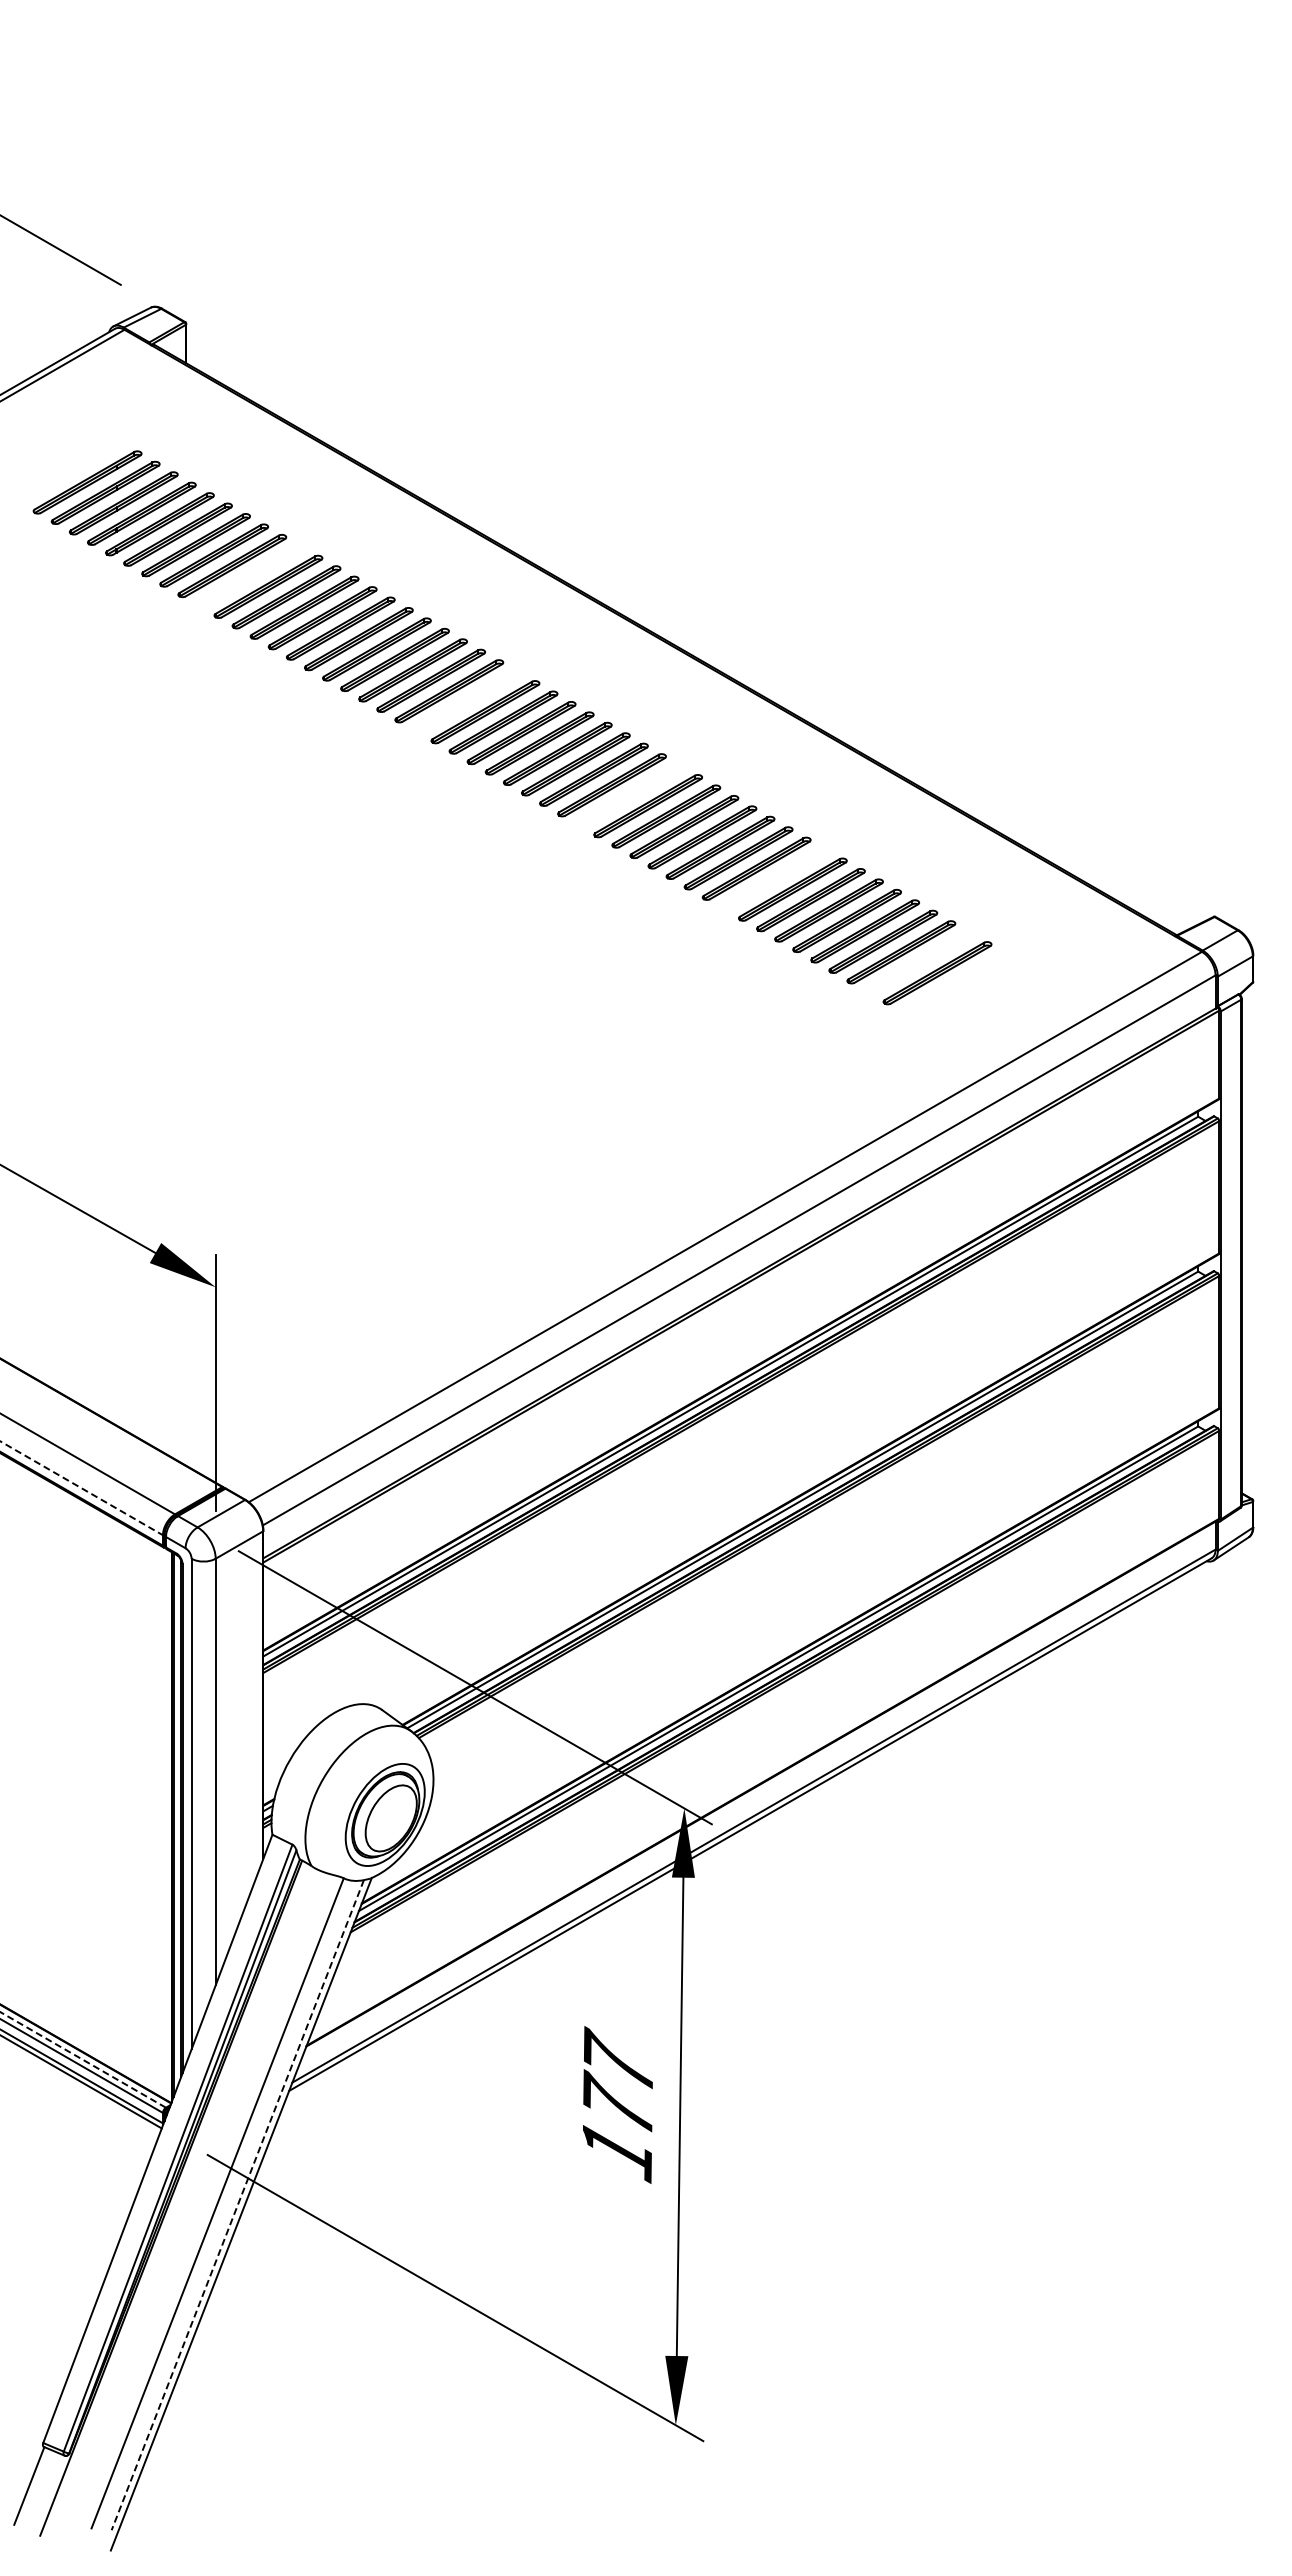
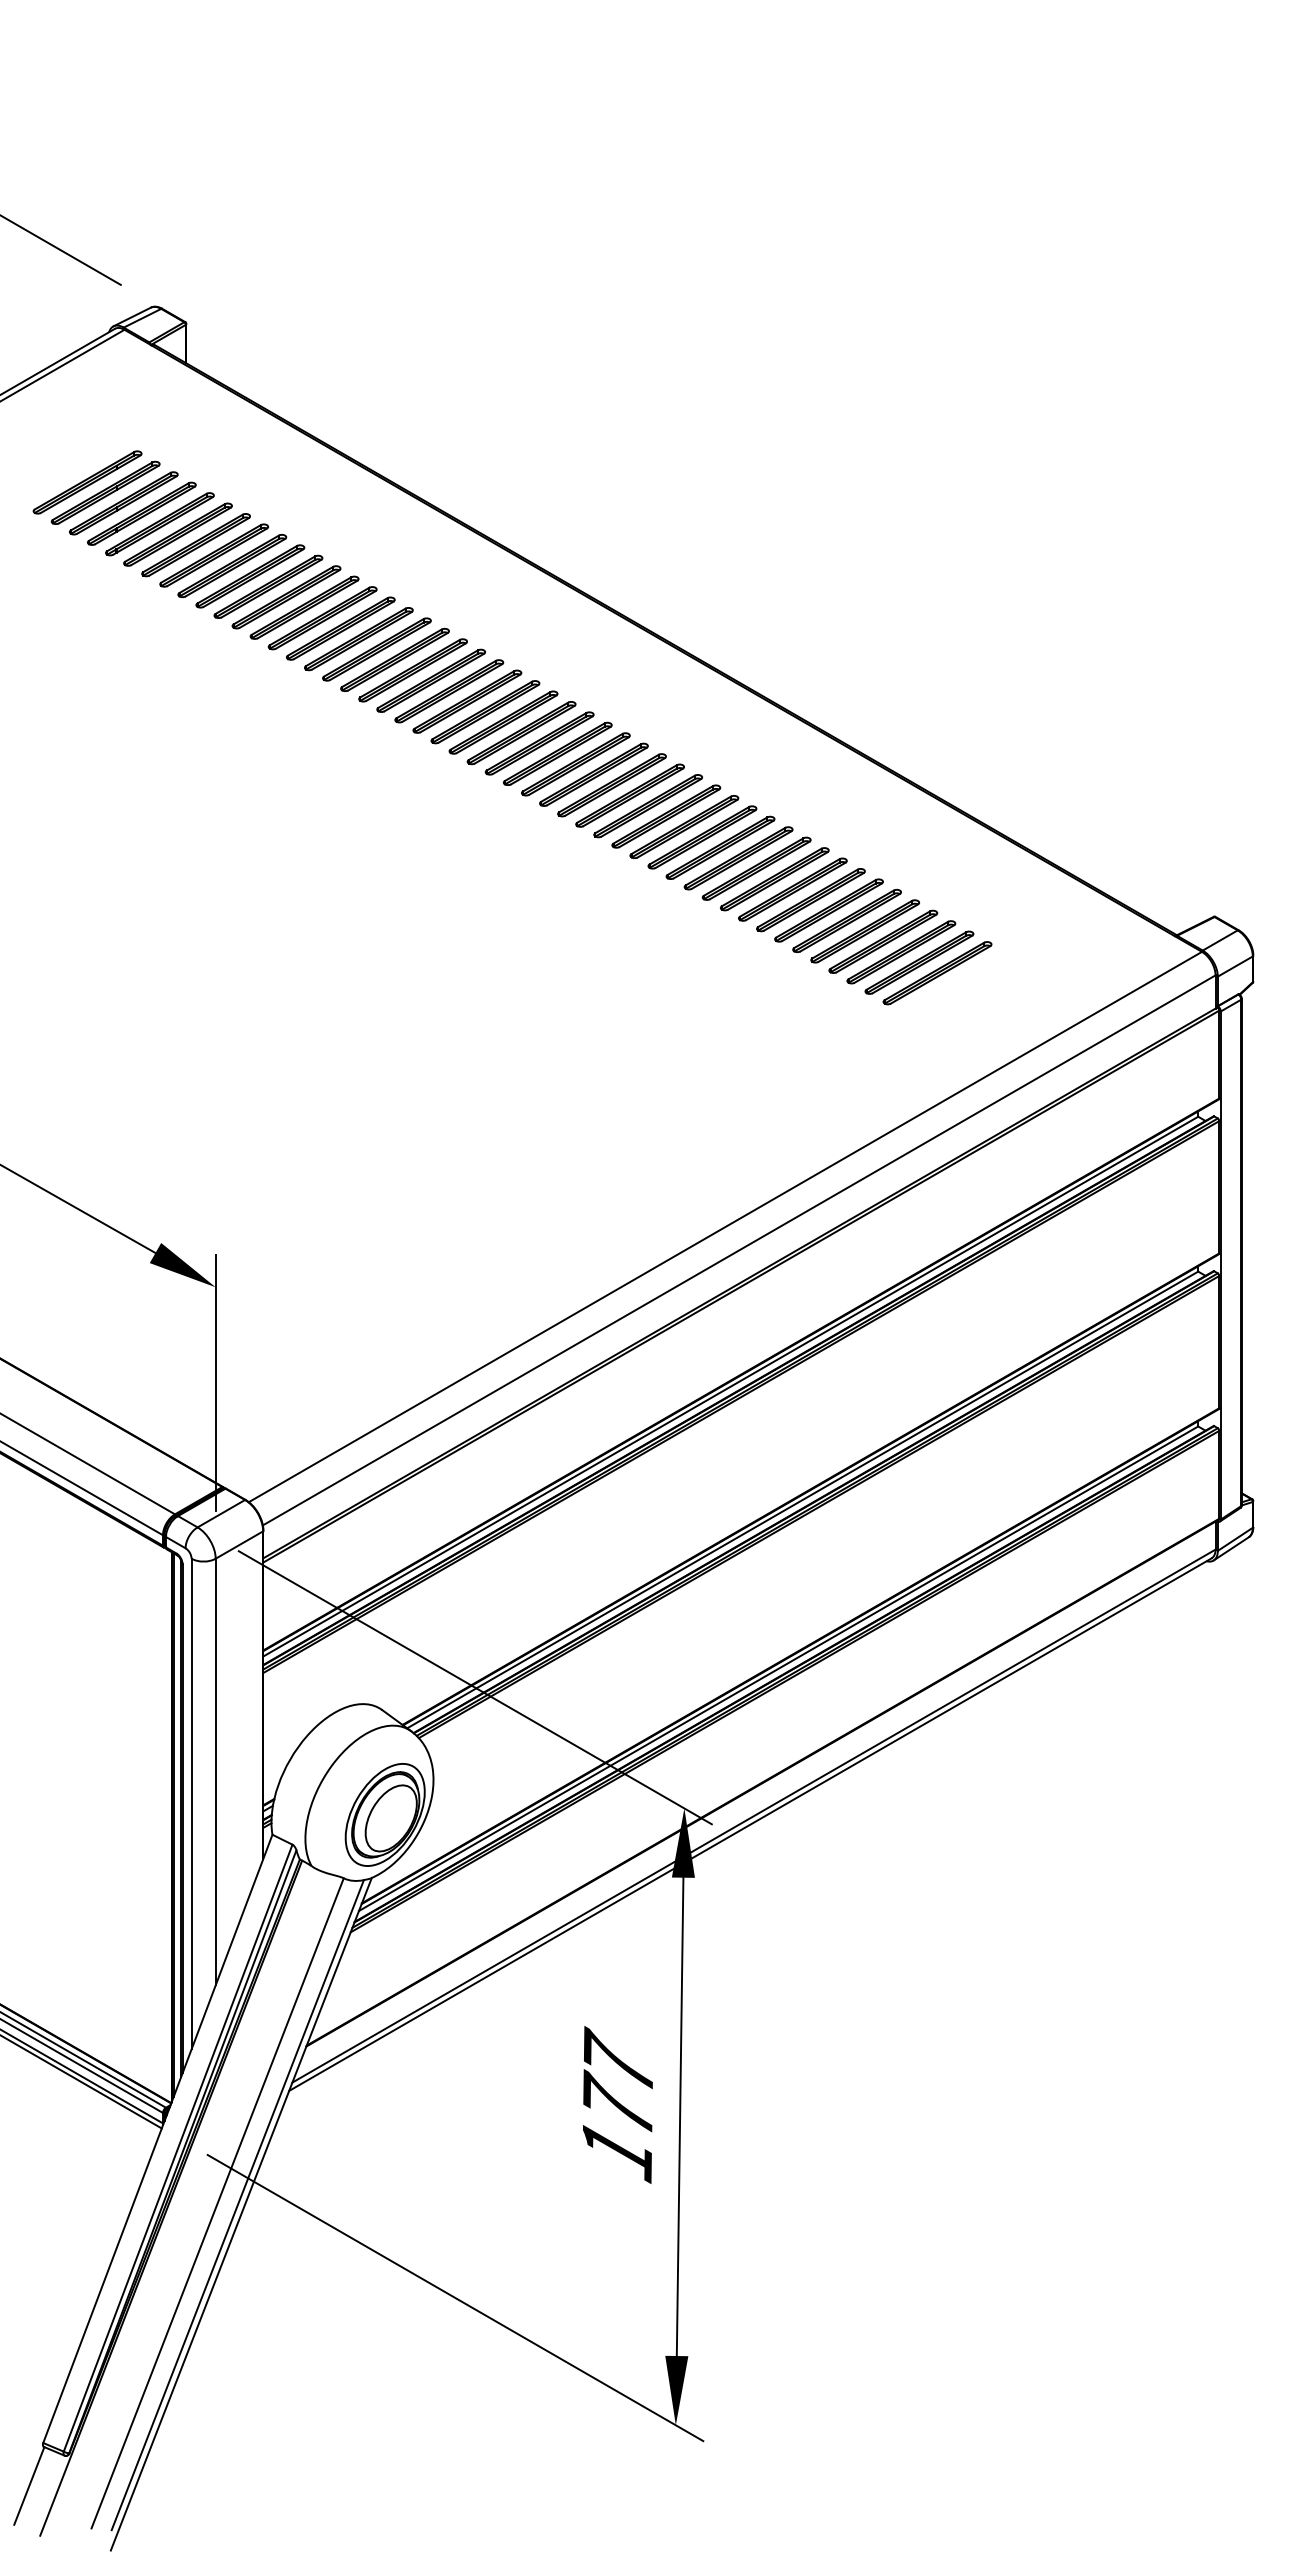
part at (250, 576): none -> present
part at (467, 701): none -> present
part at (629, 795): none -> present
part at (774, 879): none -> present
part at (919, 962): none -> present
line at (81, 1488): dashed -> solid
line at (82, 2059): dashed -> solid
line at (237, 2205): dashed -> solid
